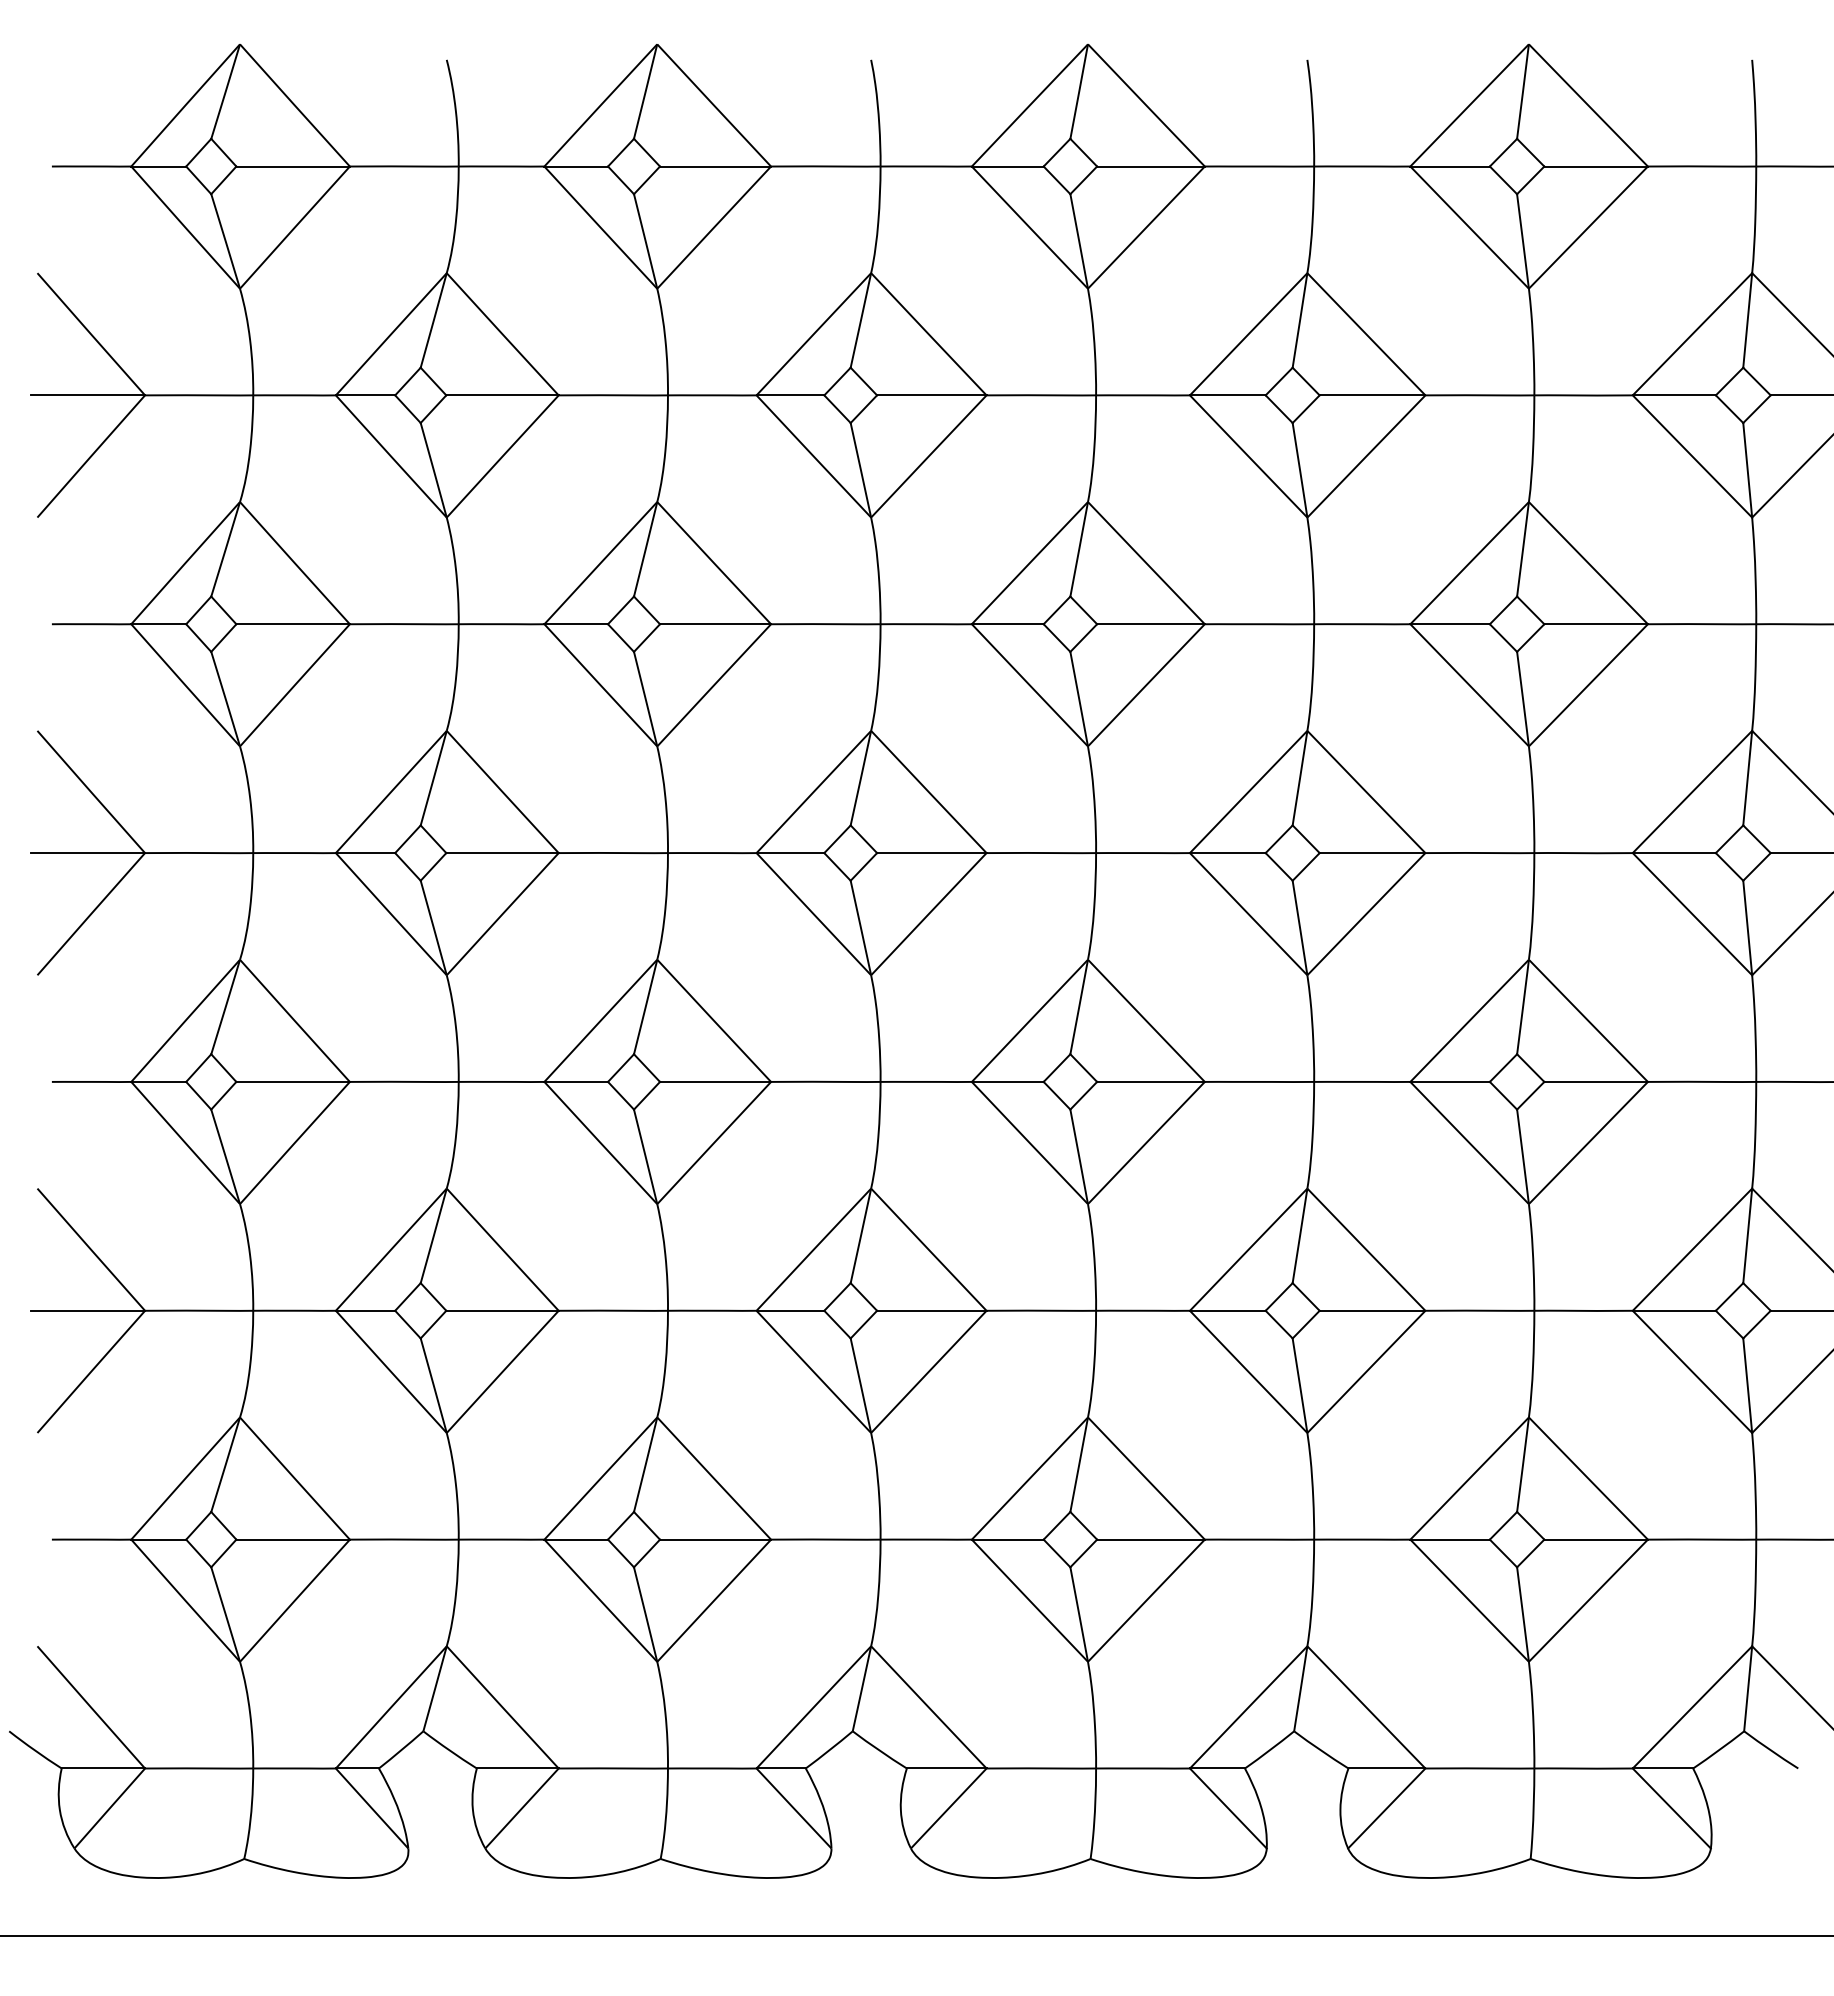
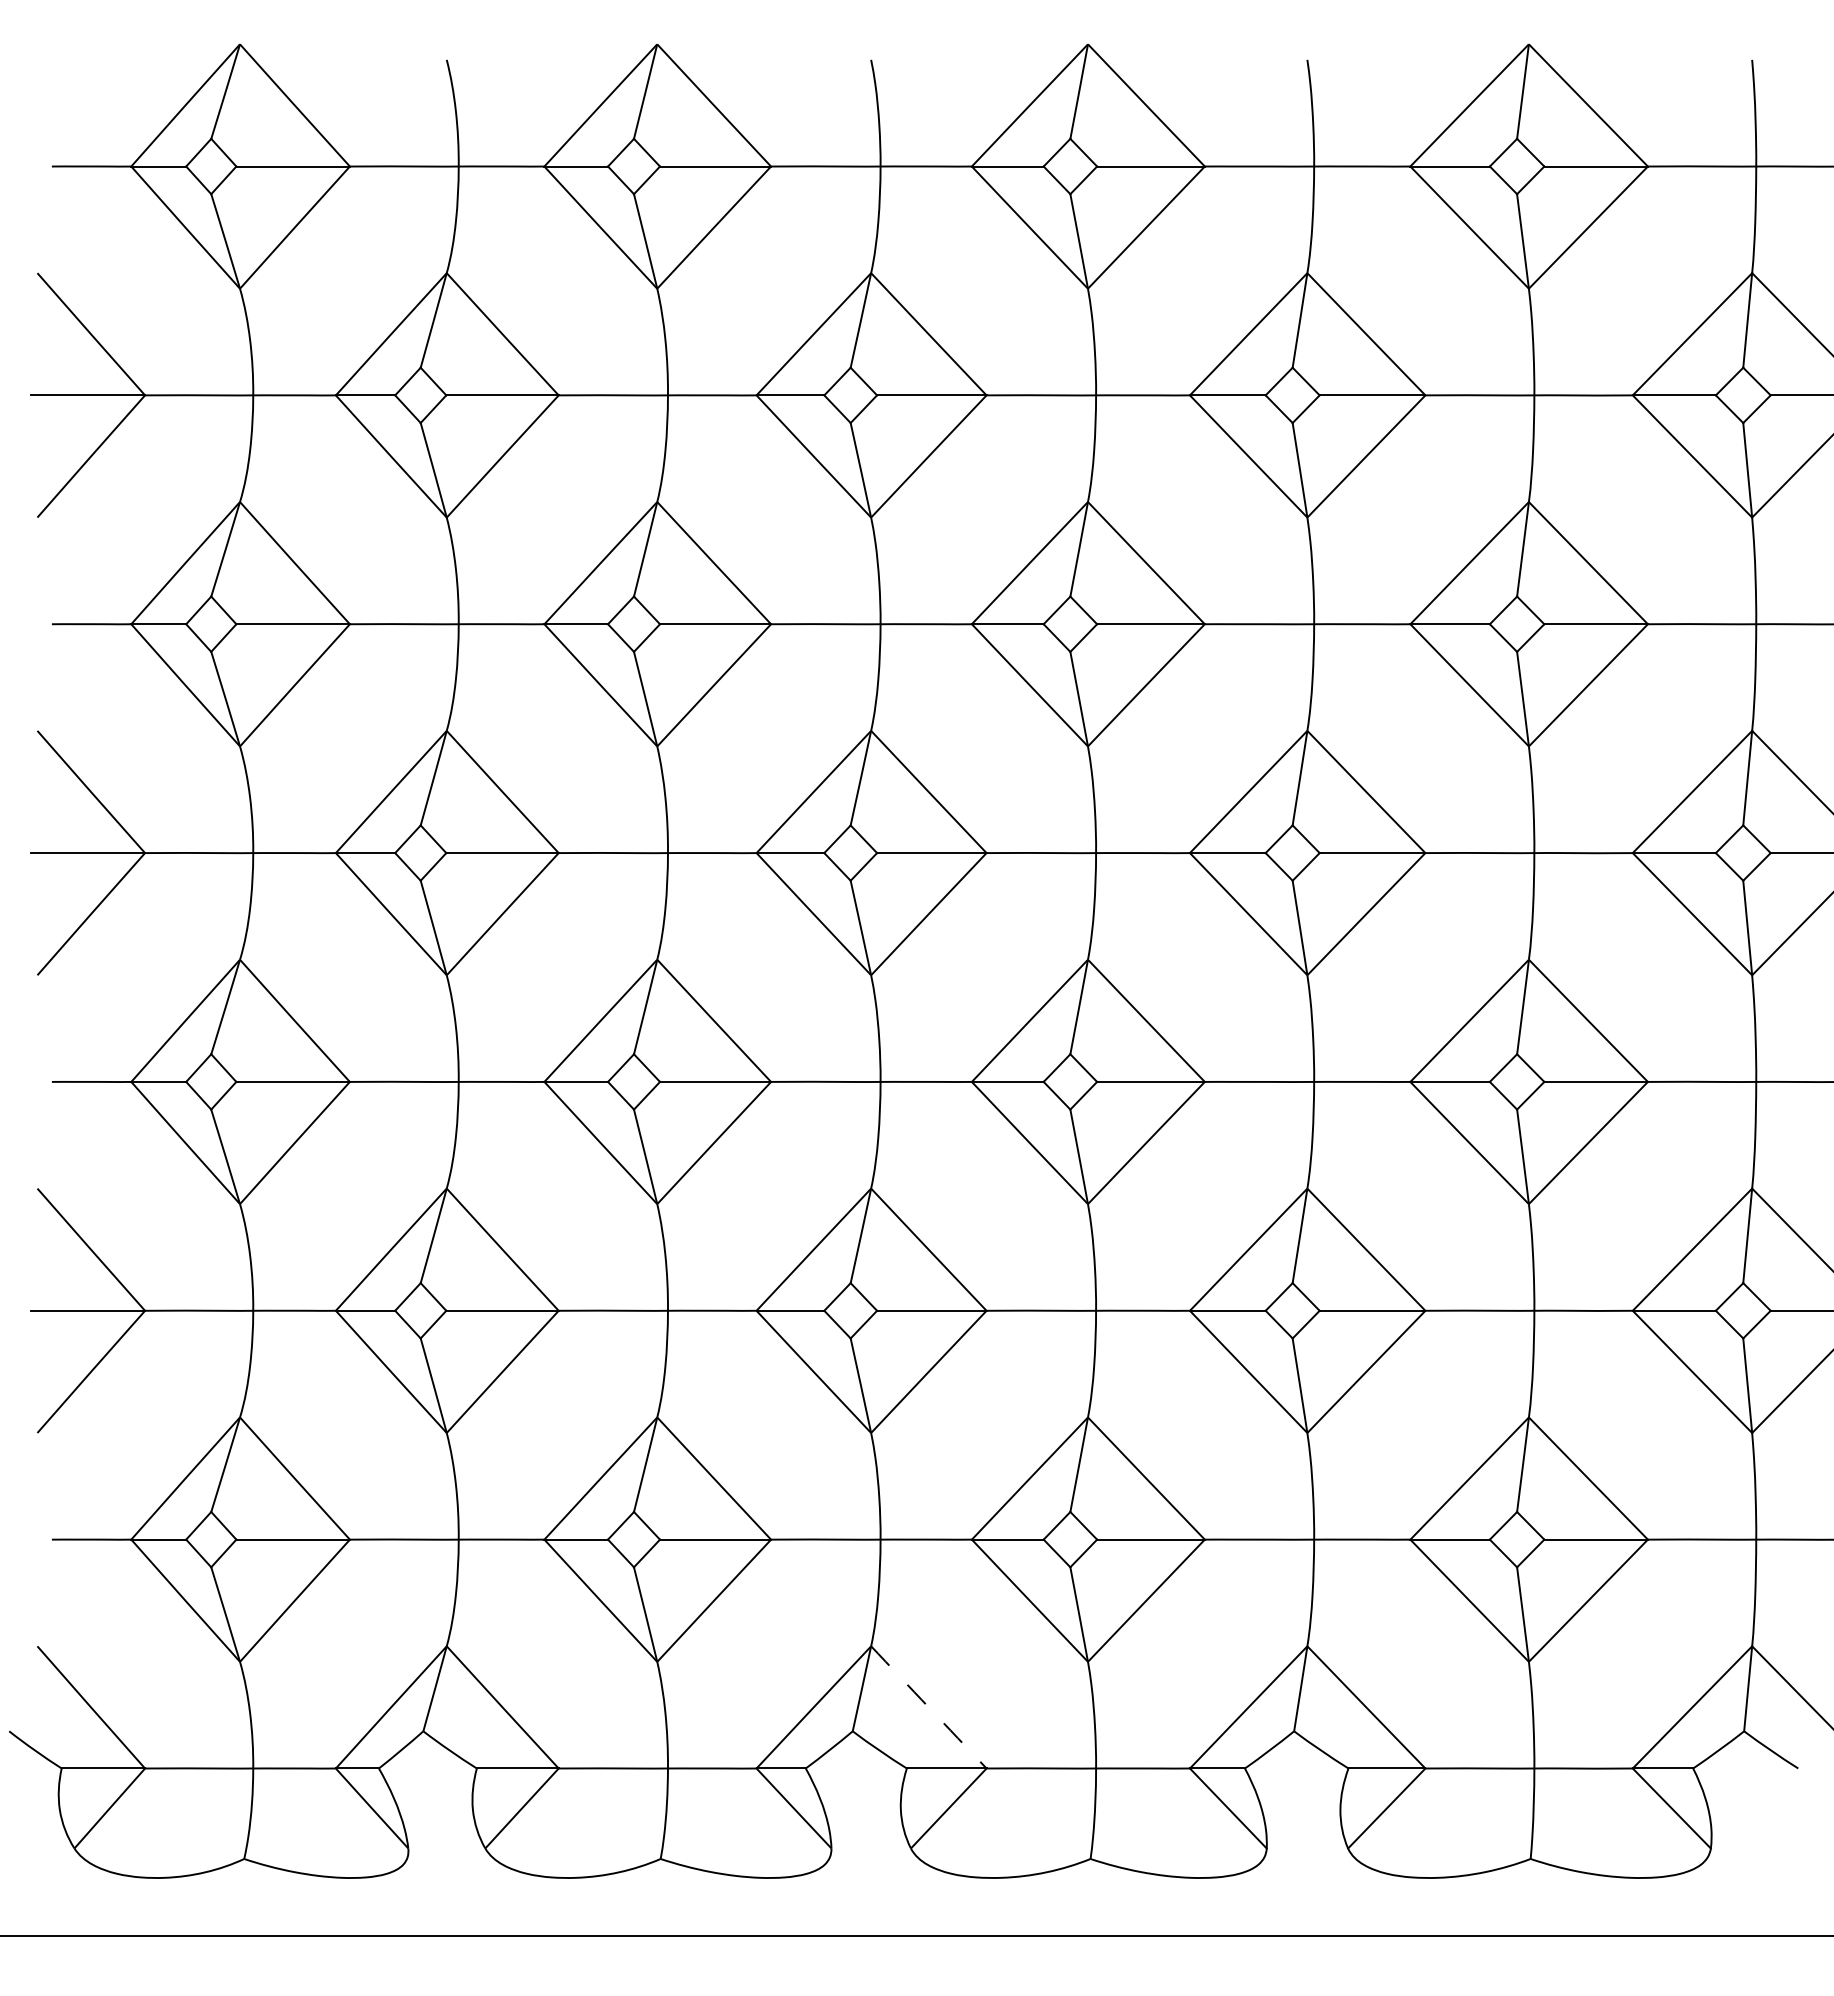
arc at (928, 1707): solid -> dashed
